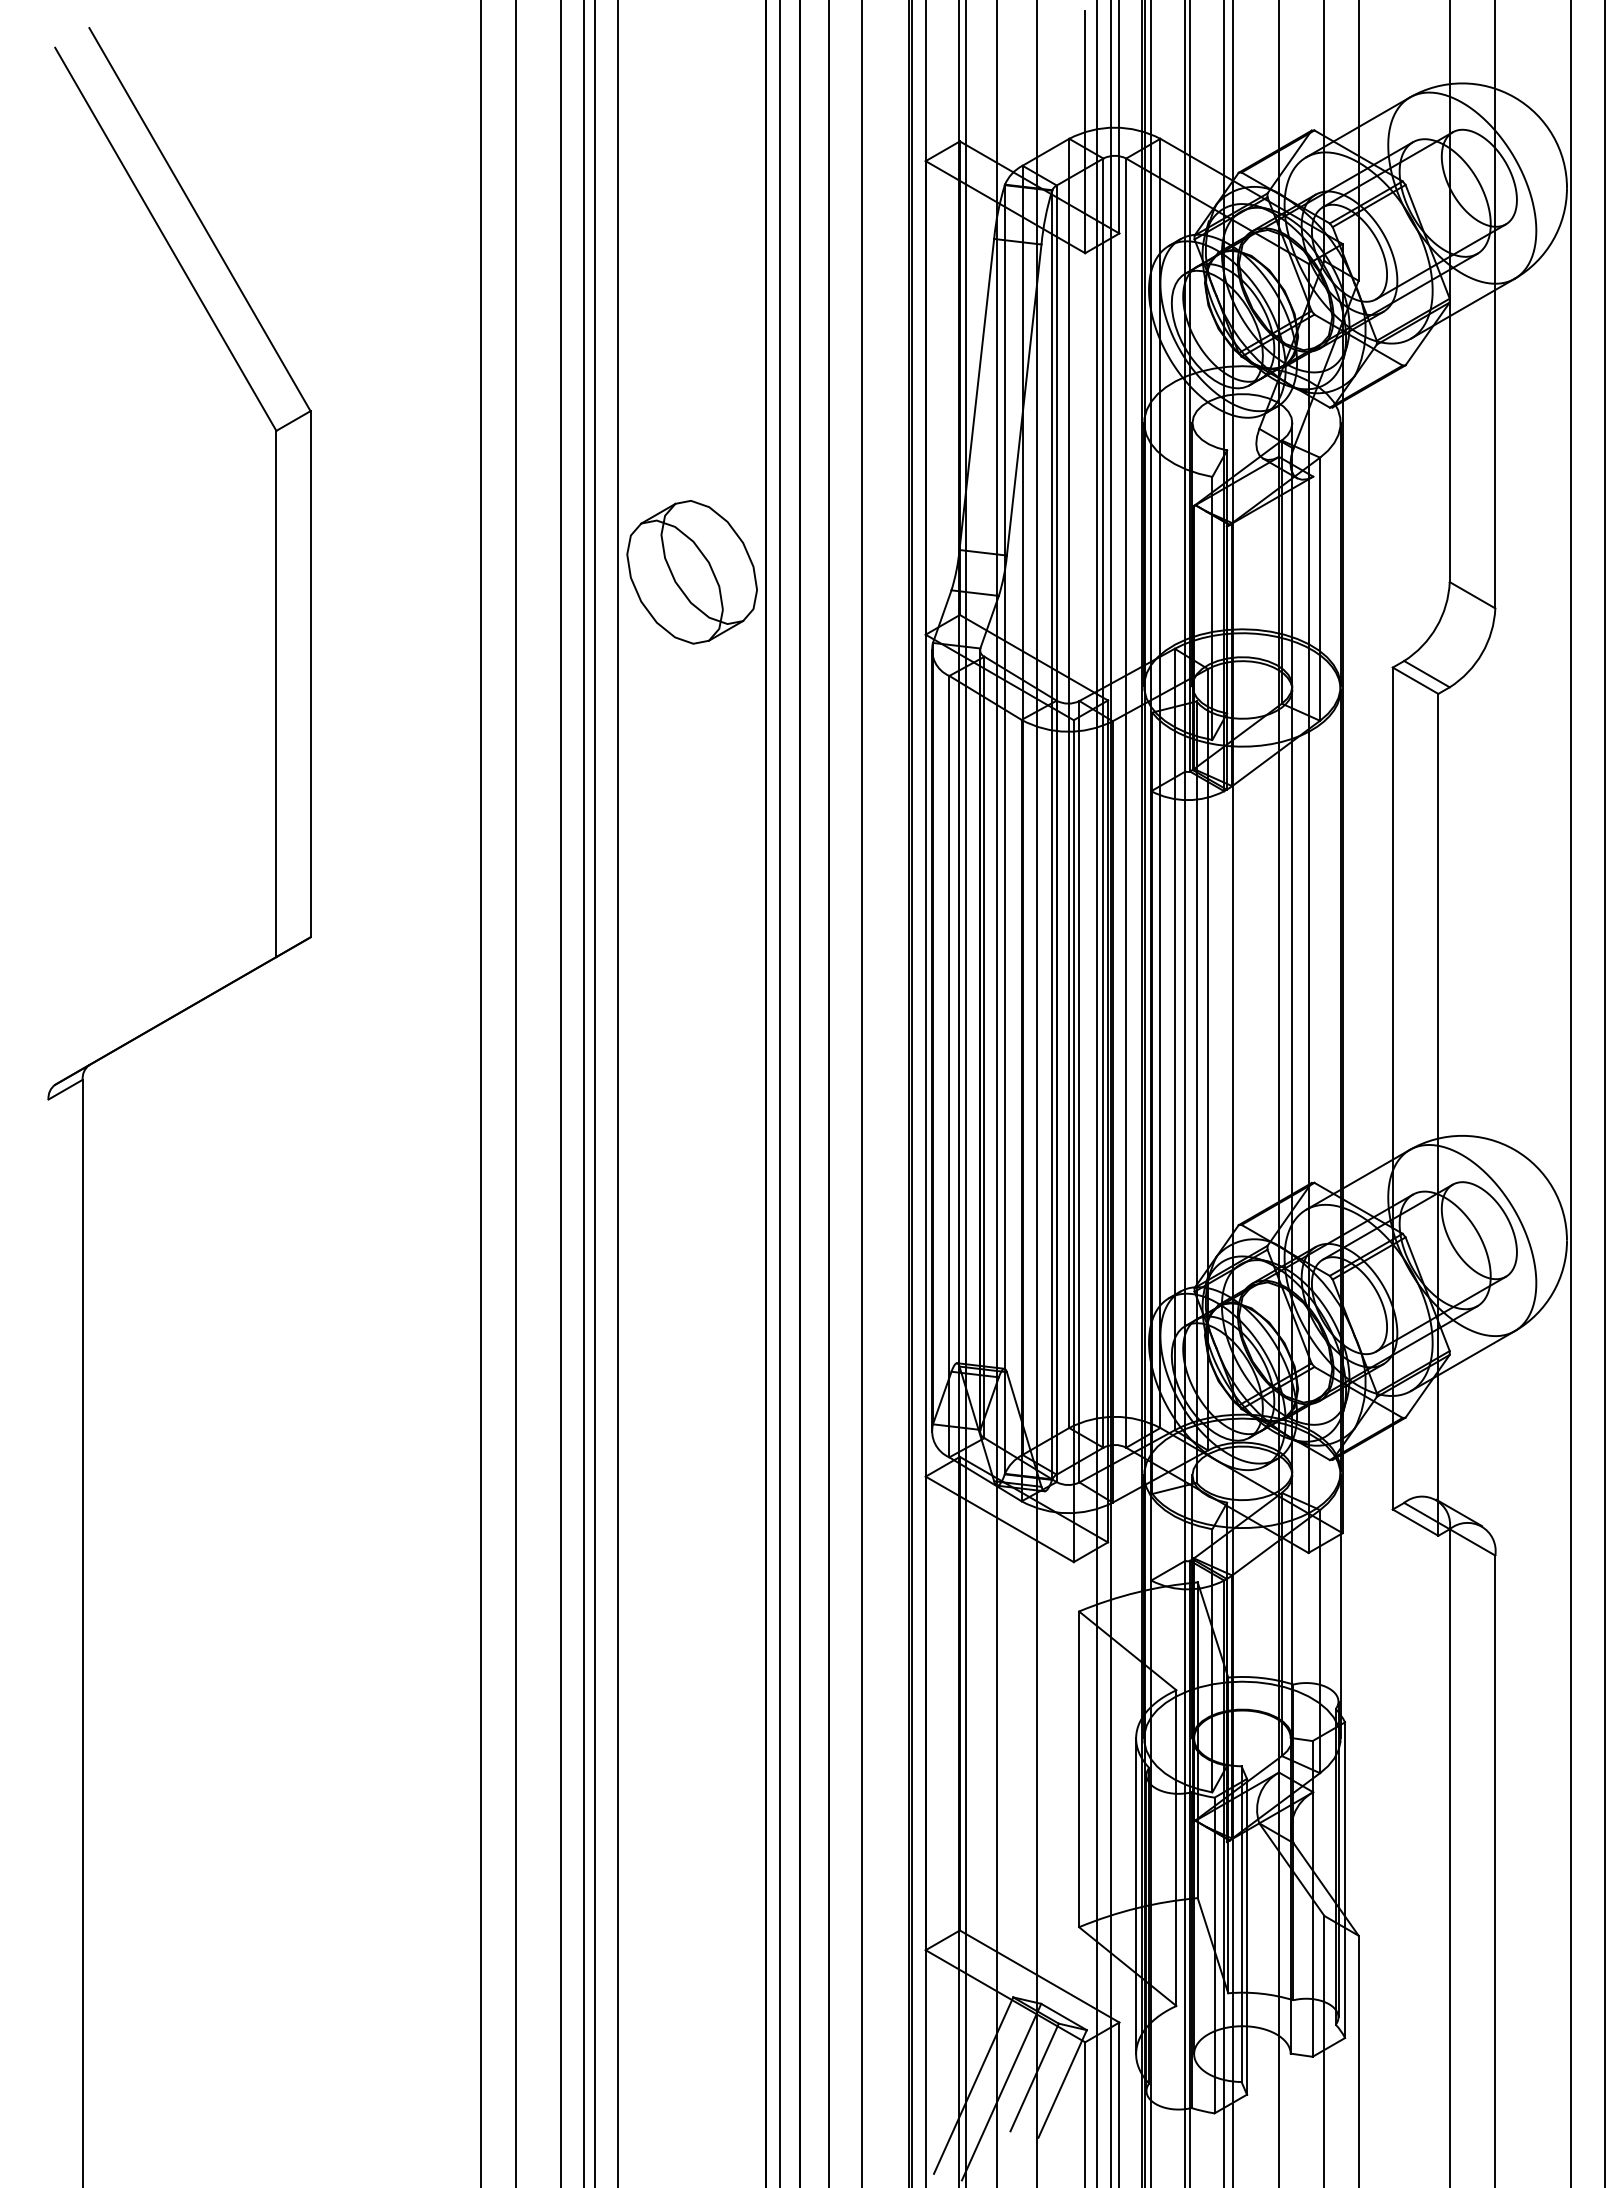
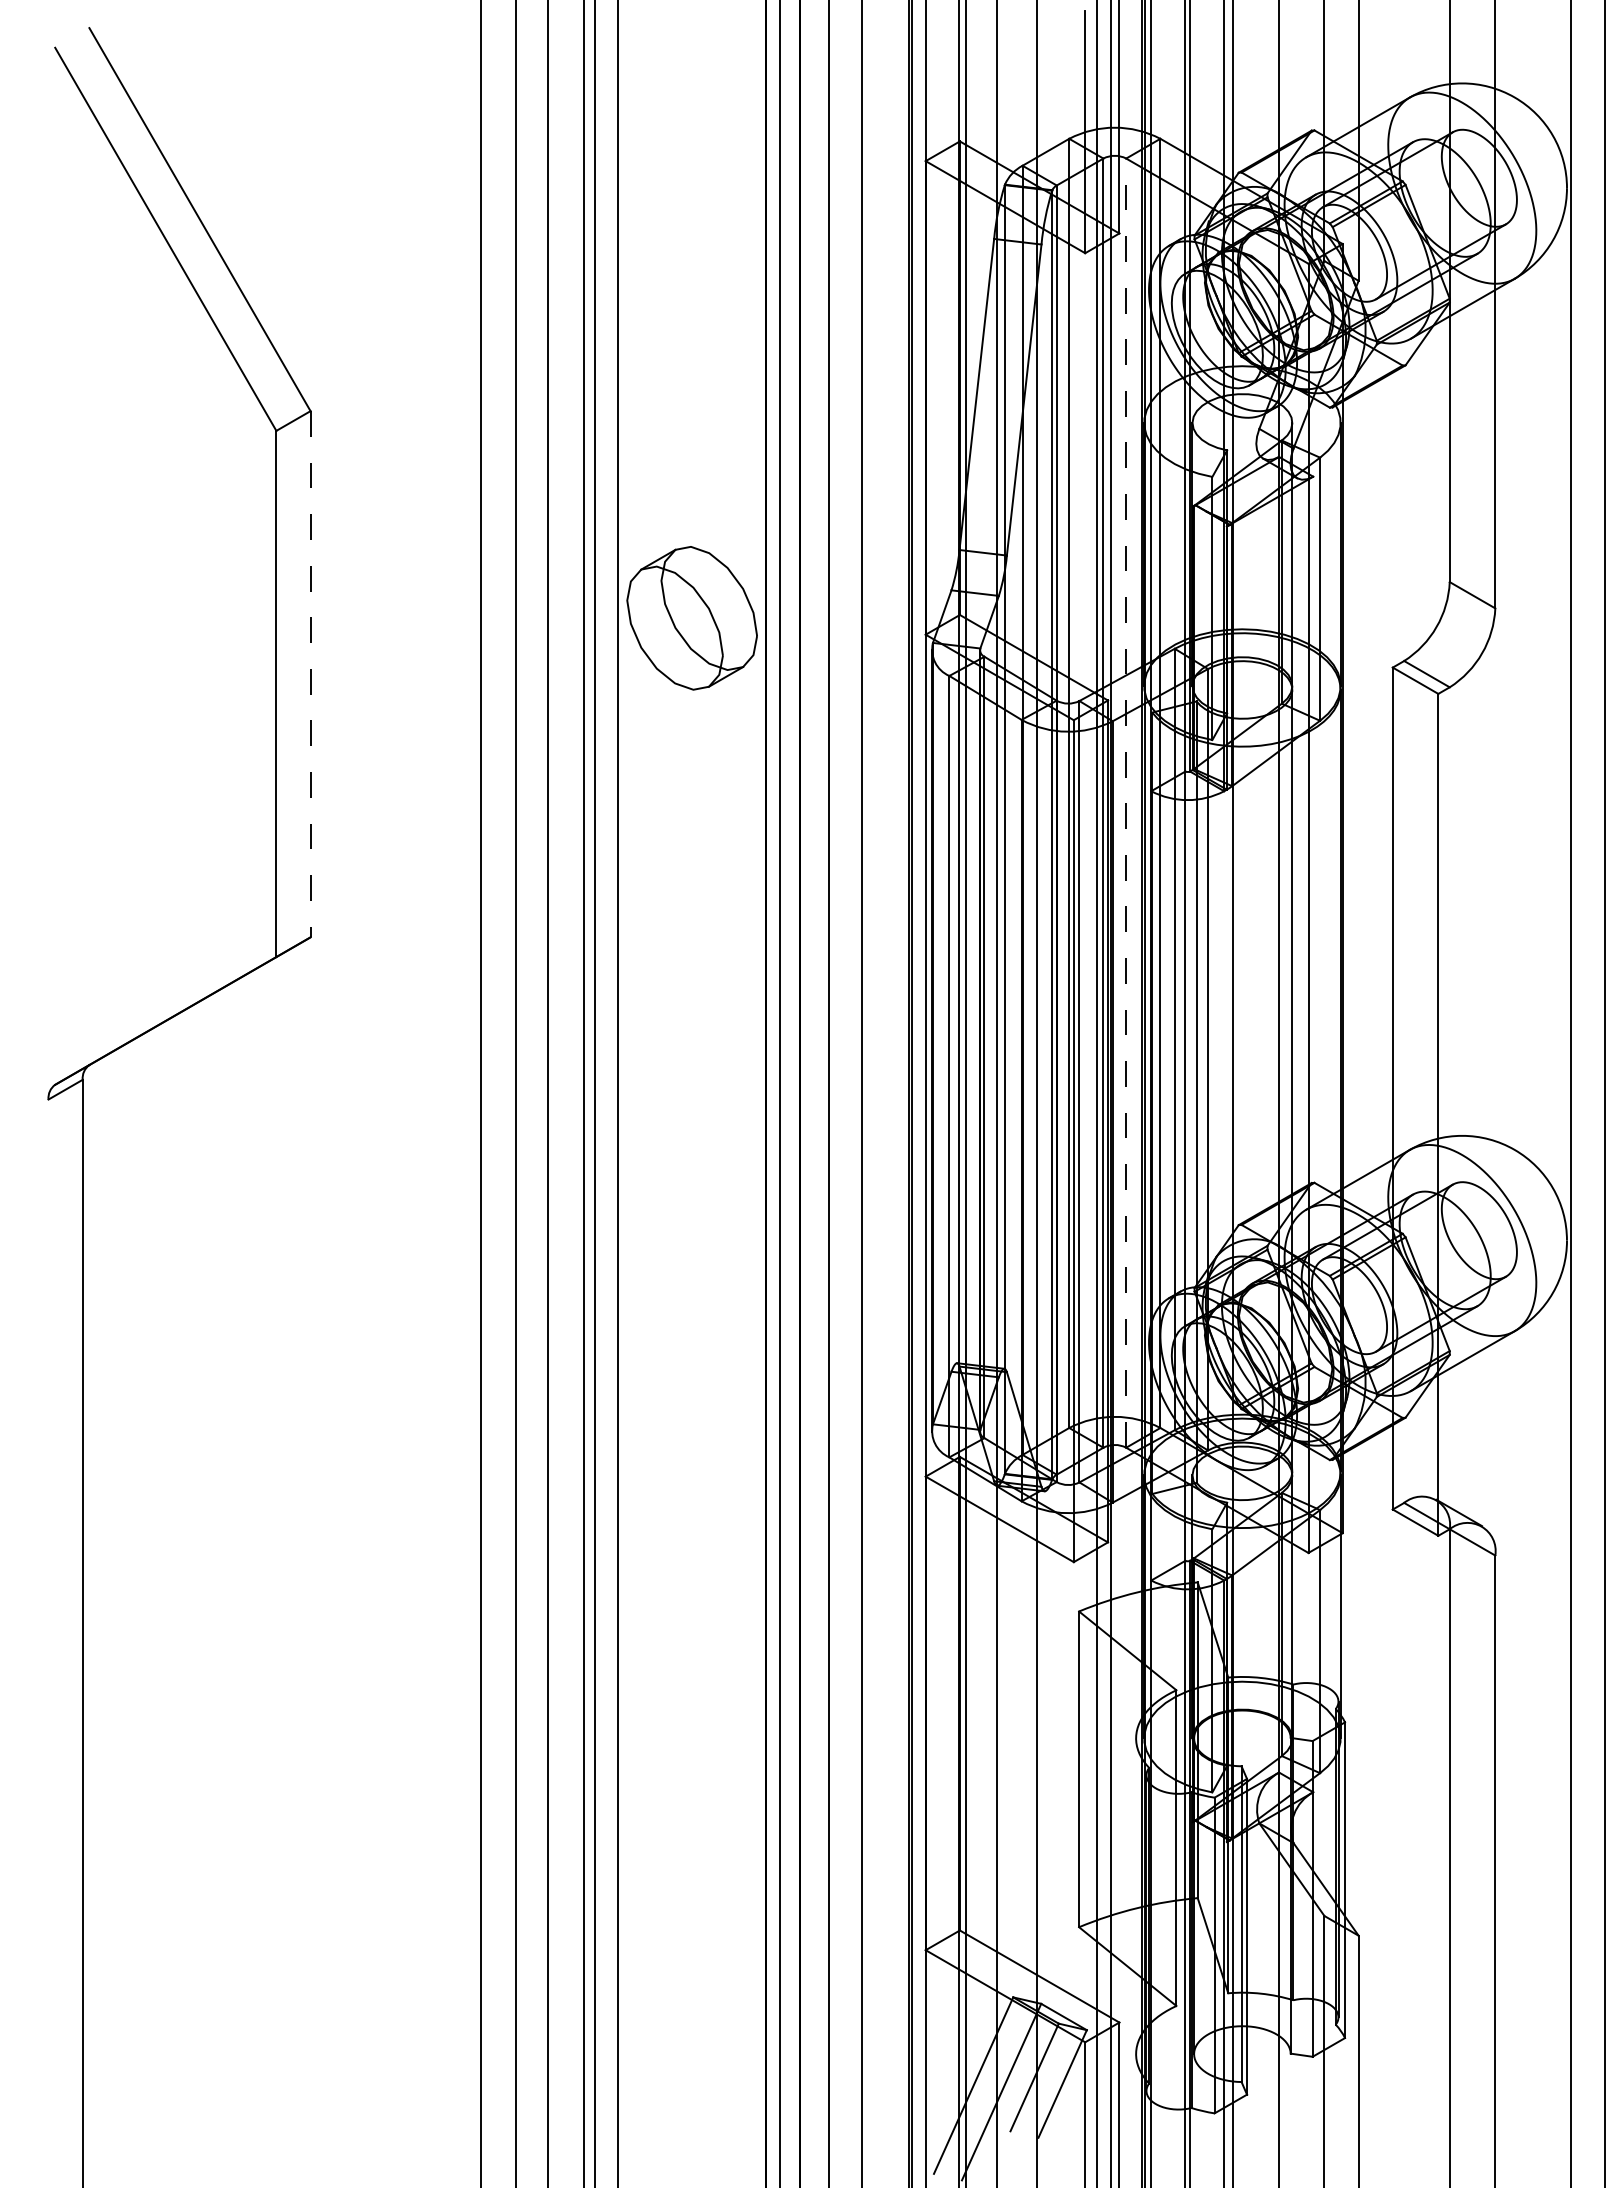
part at (691, 572) position: (691, 572) -> (691, 618)
line at (310, 674): solid -> dashed
line at (1126, 803): solid -> dashed
line at (561, 1093) position: (561, 1093) -> (548, 1093)
line at (1136, 1896): present -> none
